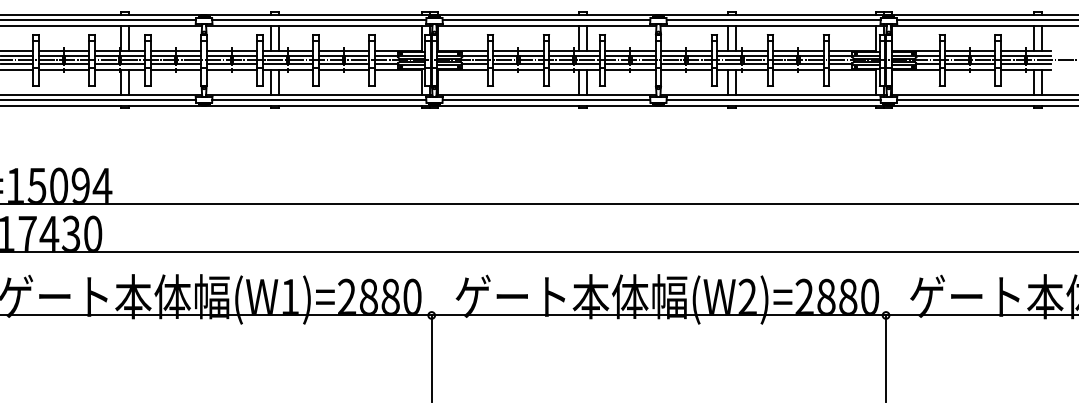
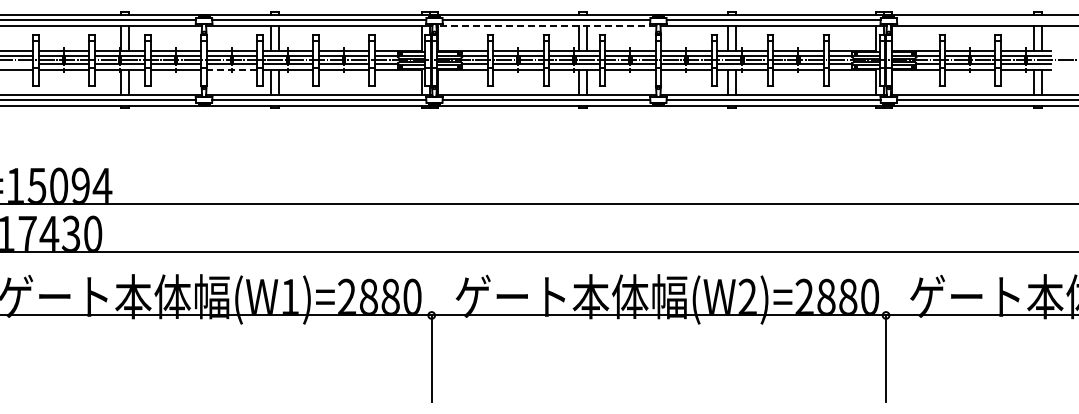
line at (986, 20): present -> none
line at (546, 26): solid -> dashed
line at (17, 64): present -> none
line at (231, 70): solid -> dashed
